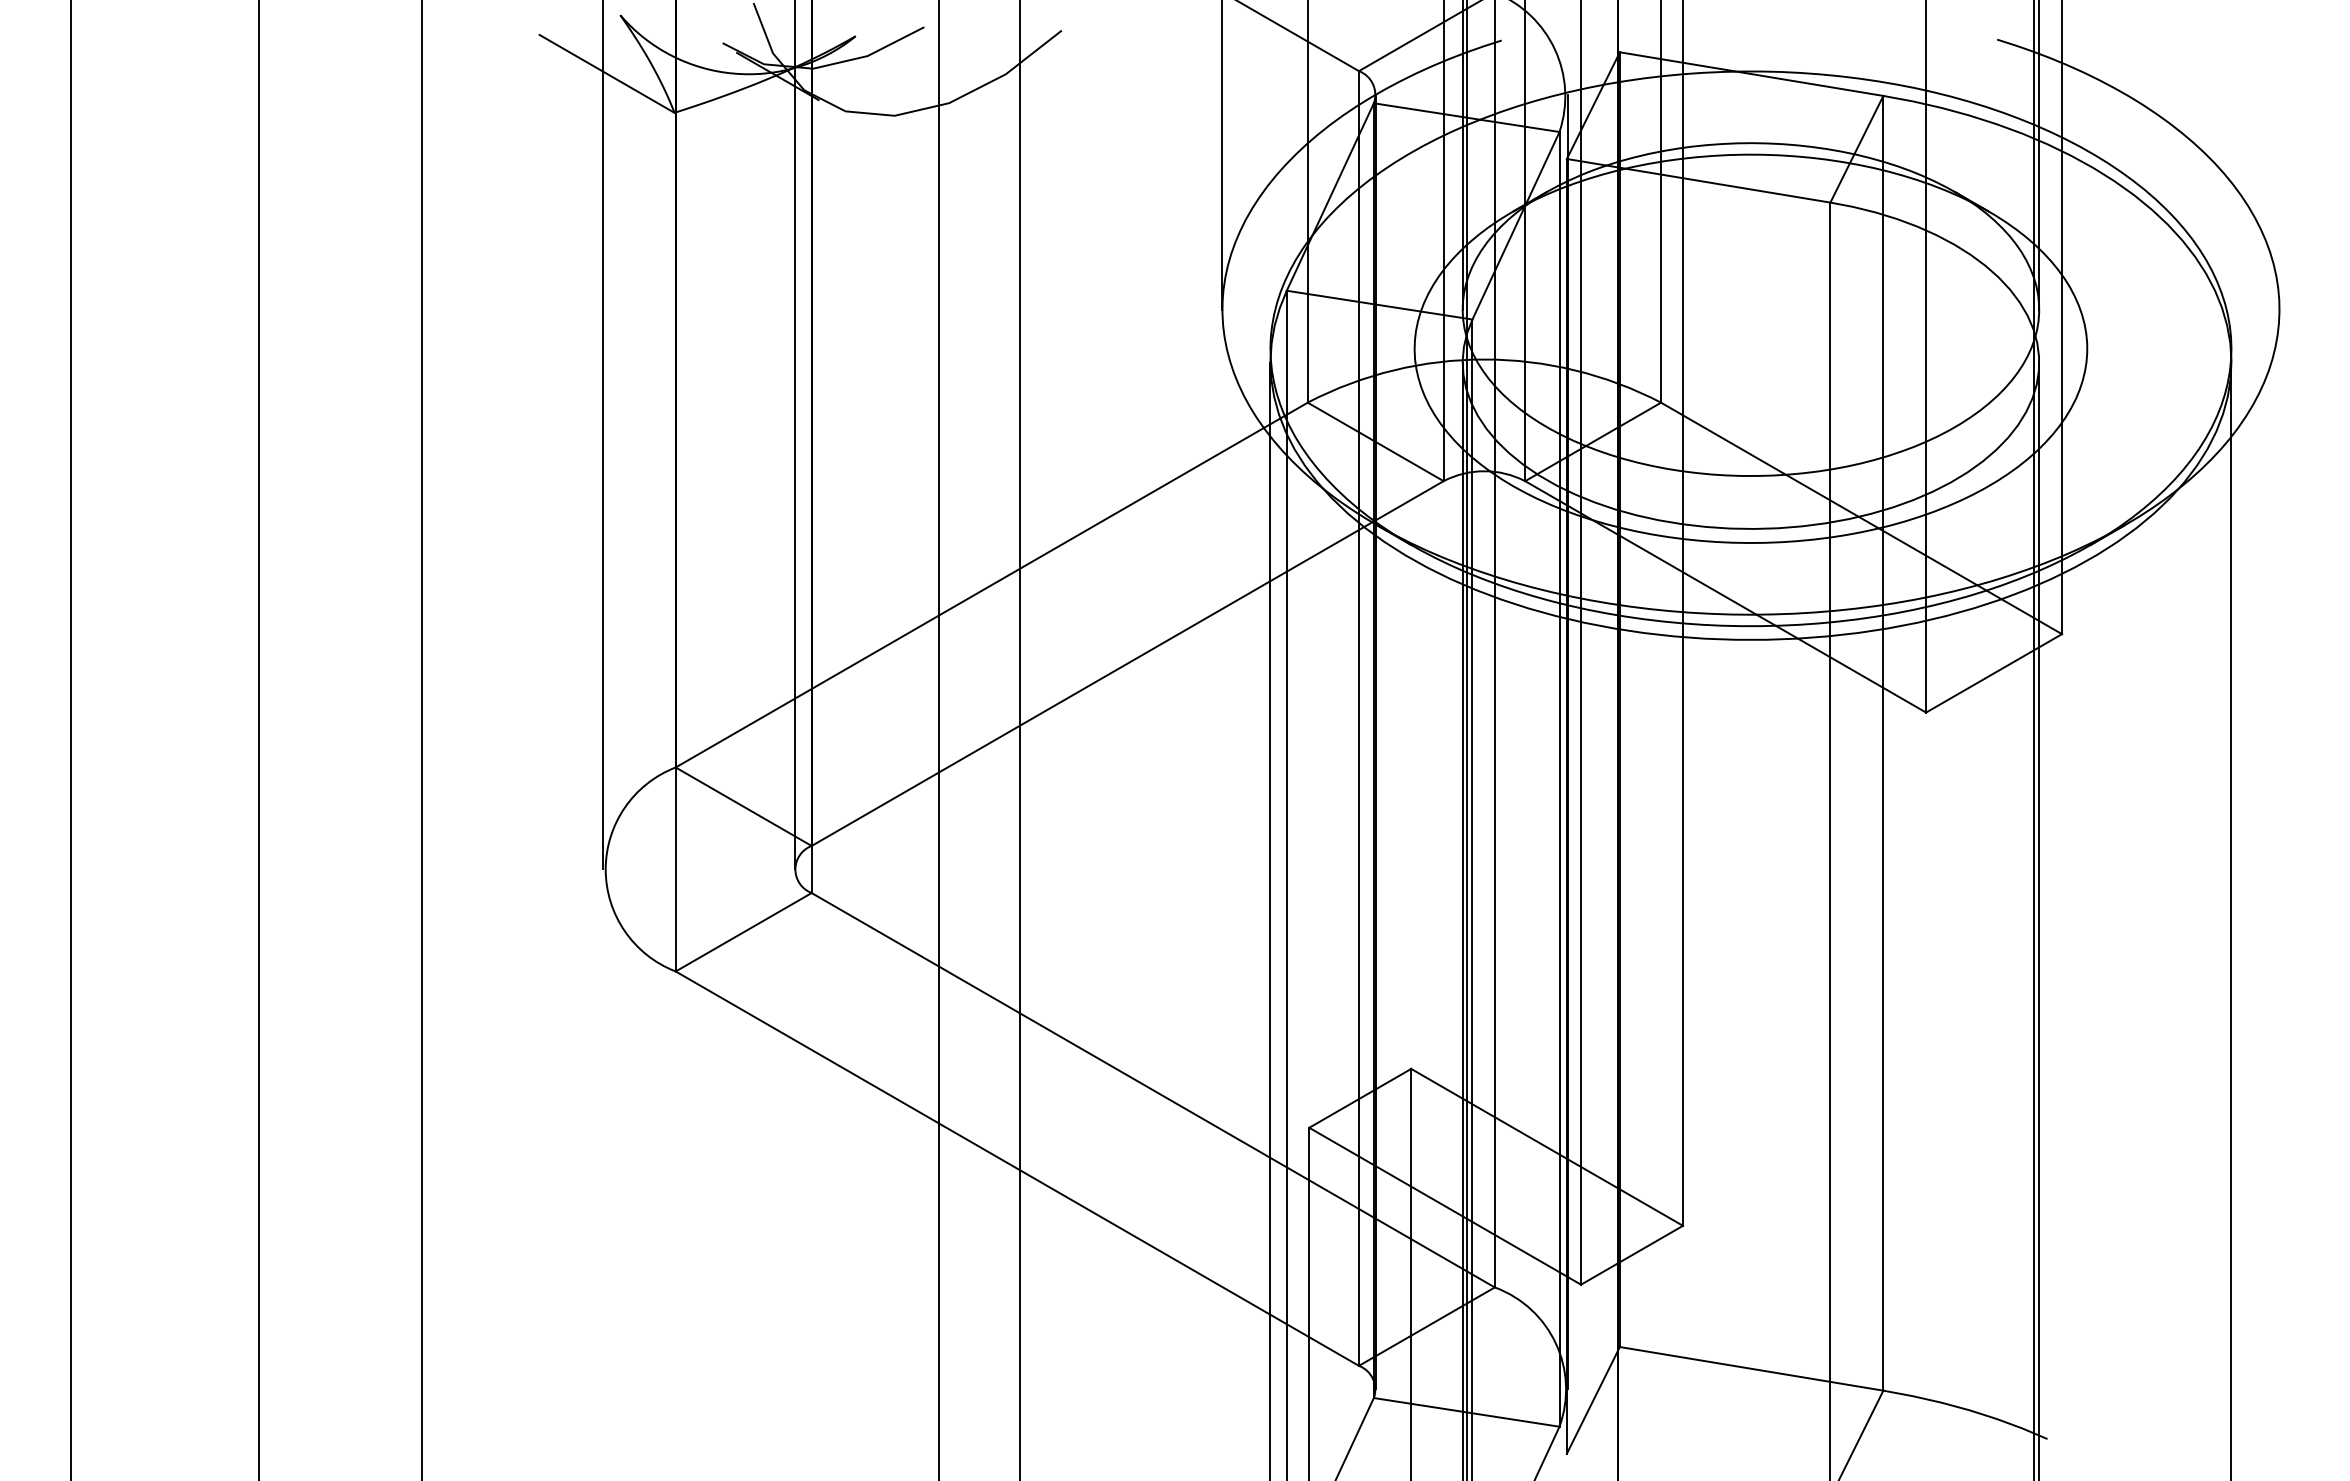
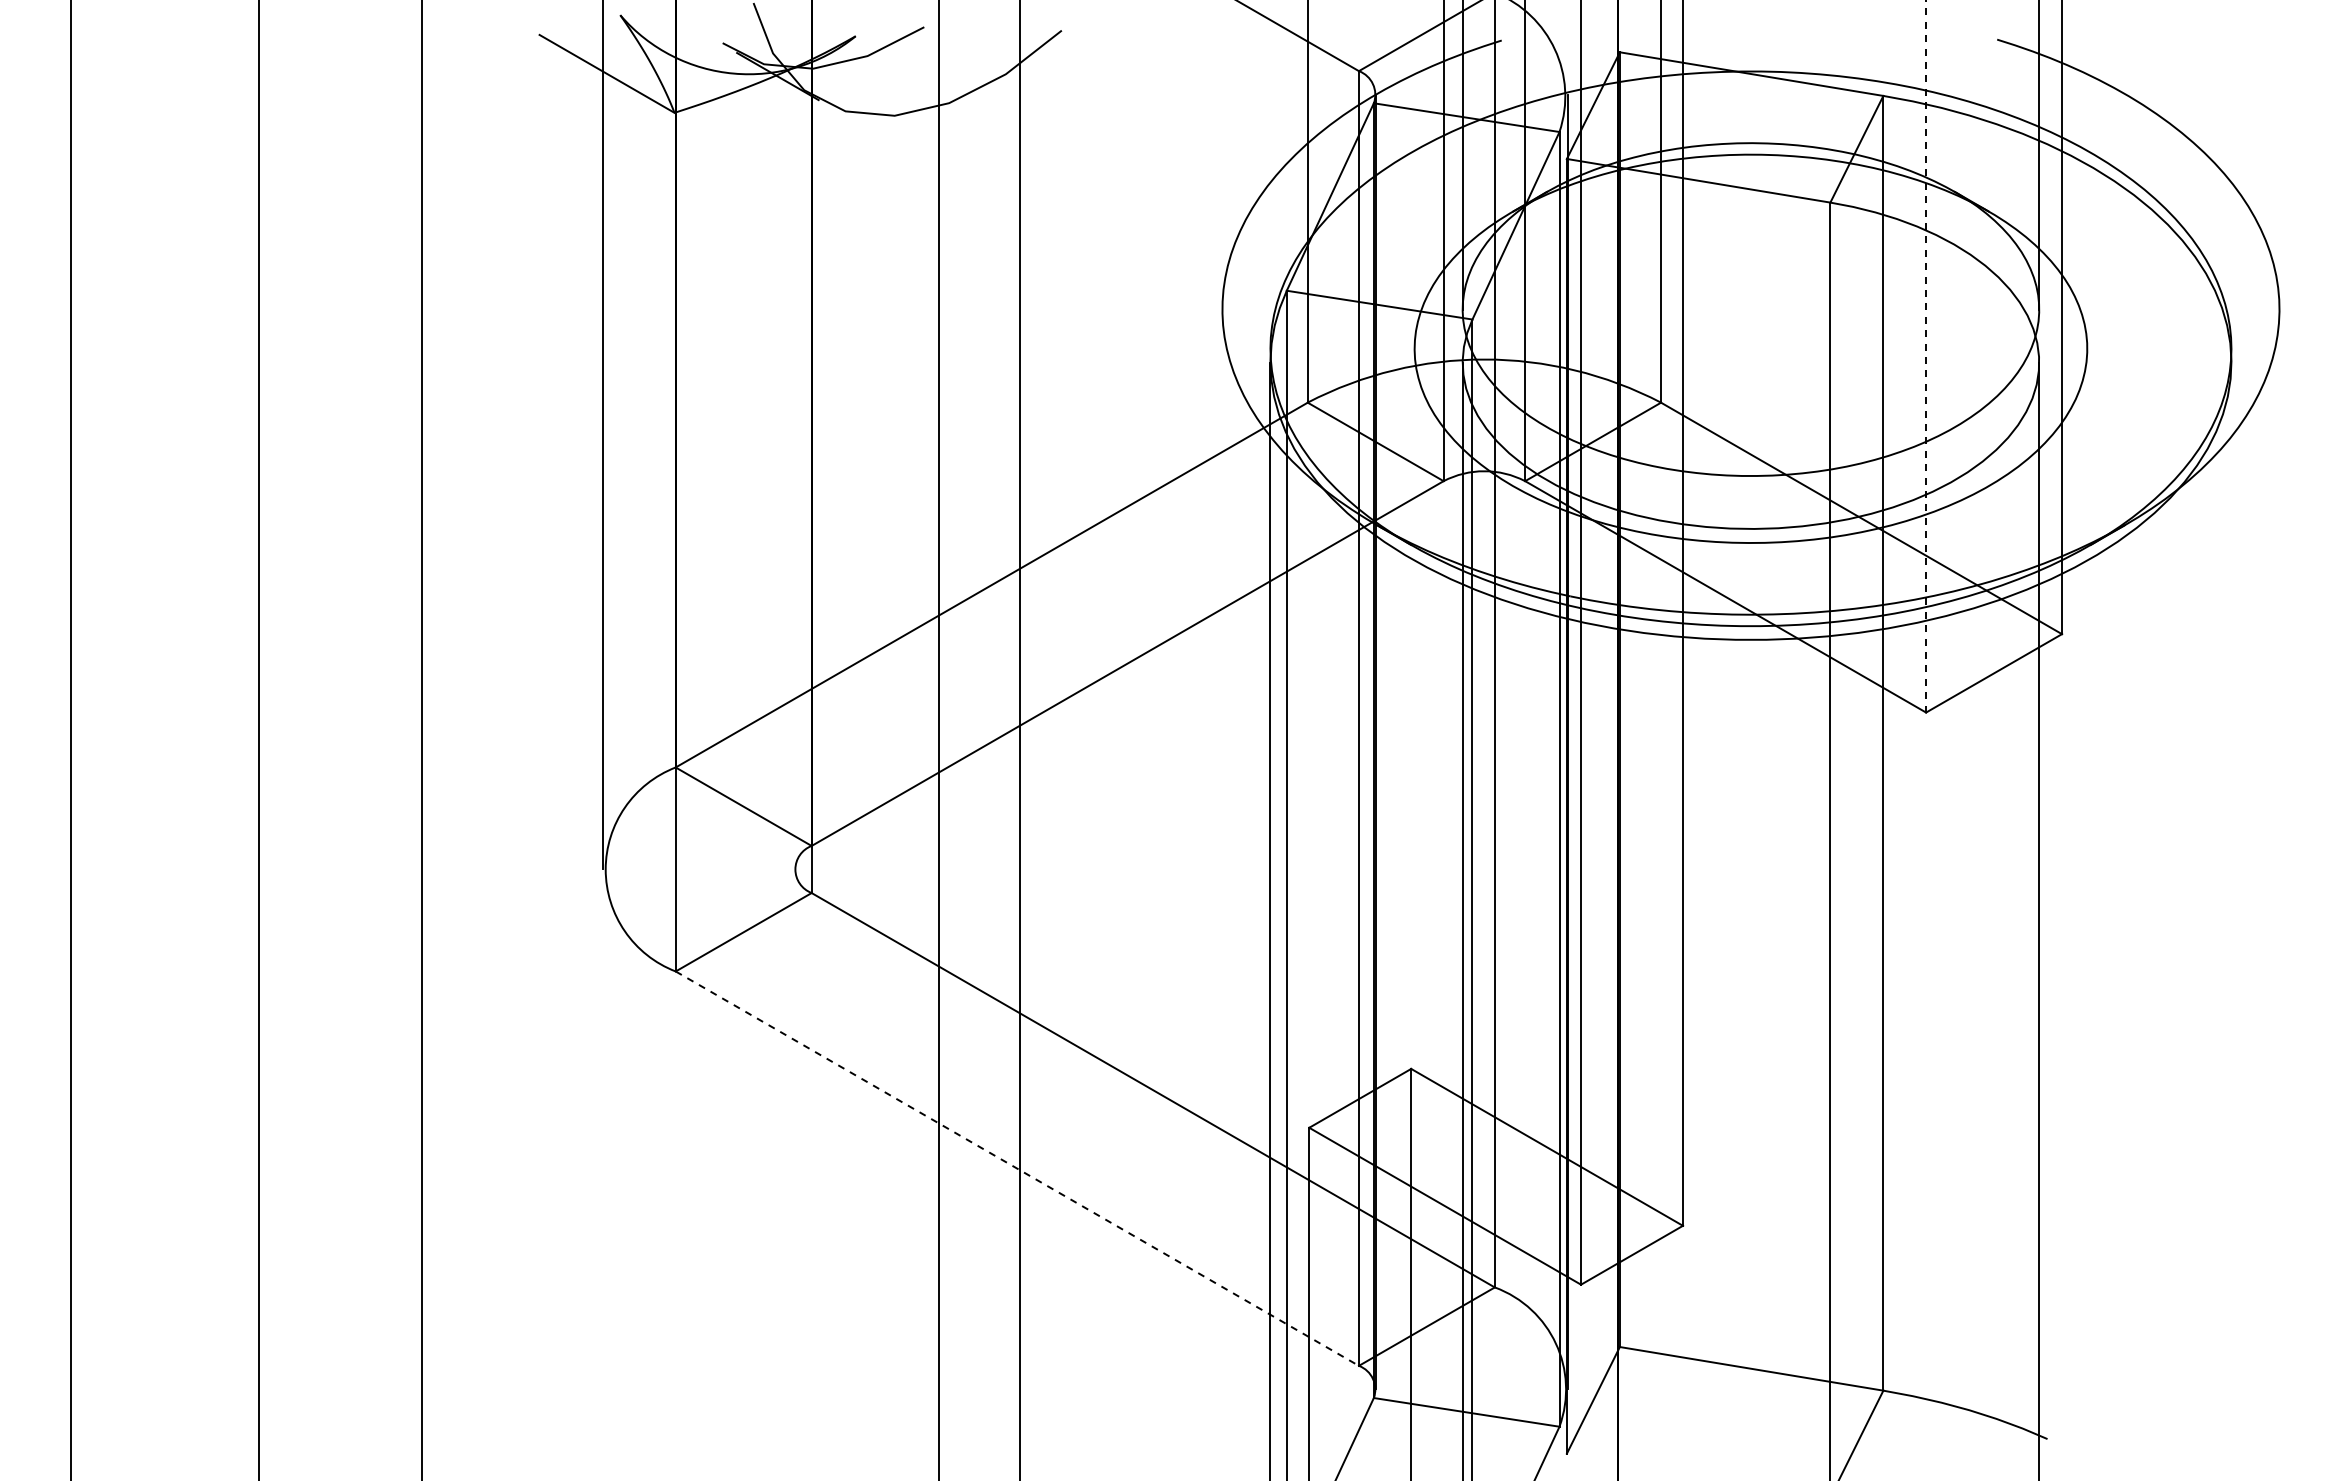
line at (1222, 155): present -> none
line at (1926, 356): solid -> dashed
line at (794, 435): present -> none
line at (1467, 739): present -> none
line at (2034, 739): present -> none
line at (2231, 919): present -> none
line at (1017, 1168): solid -> dashed
